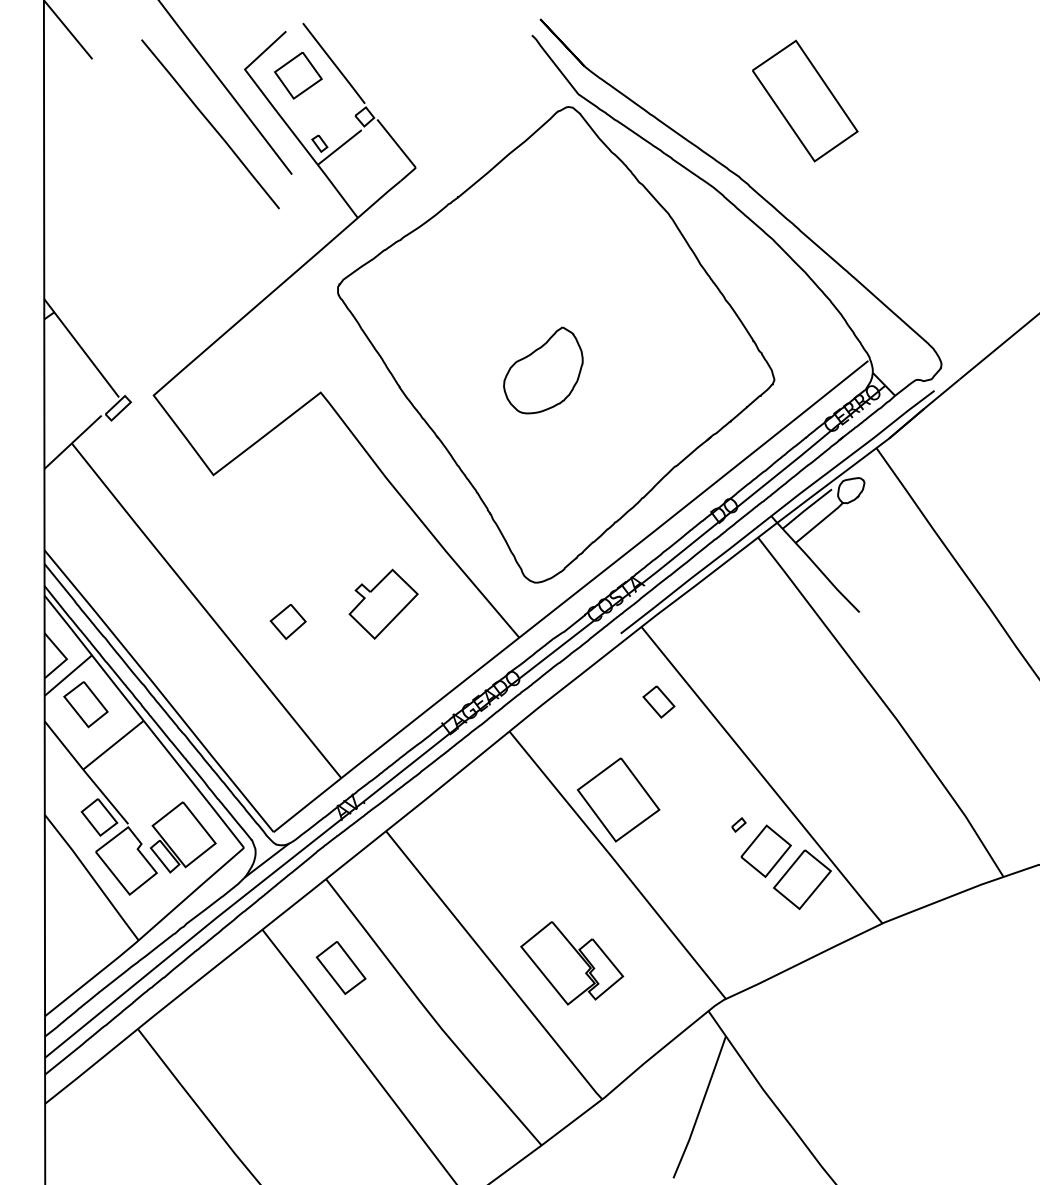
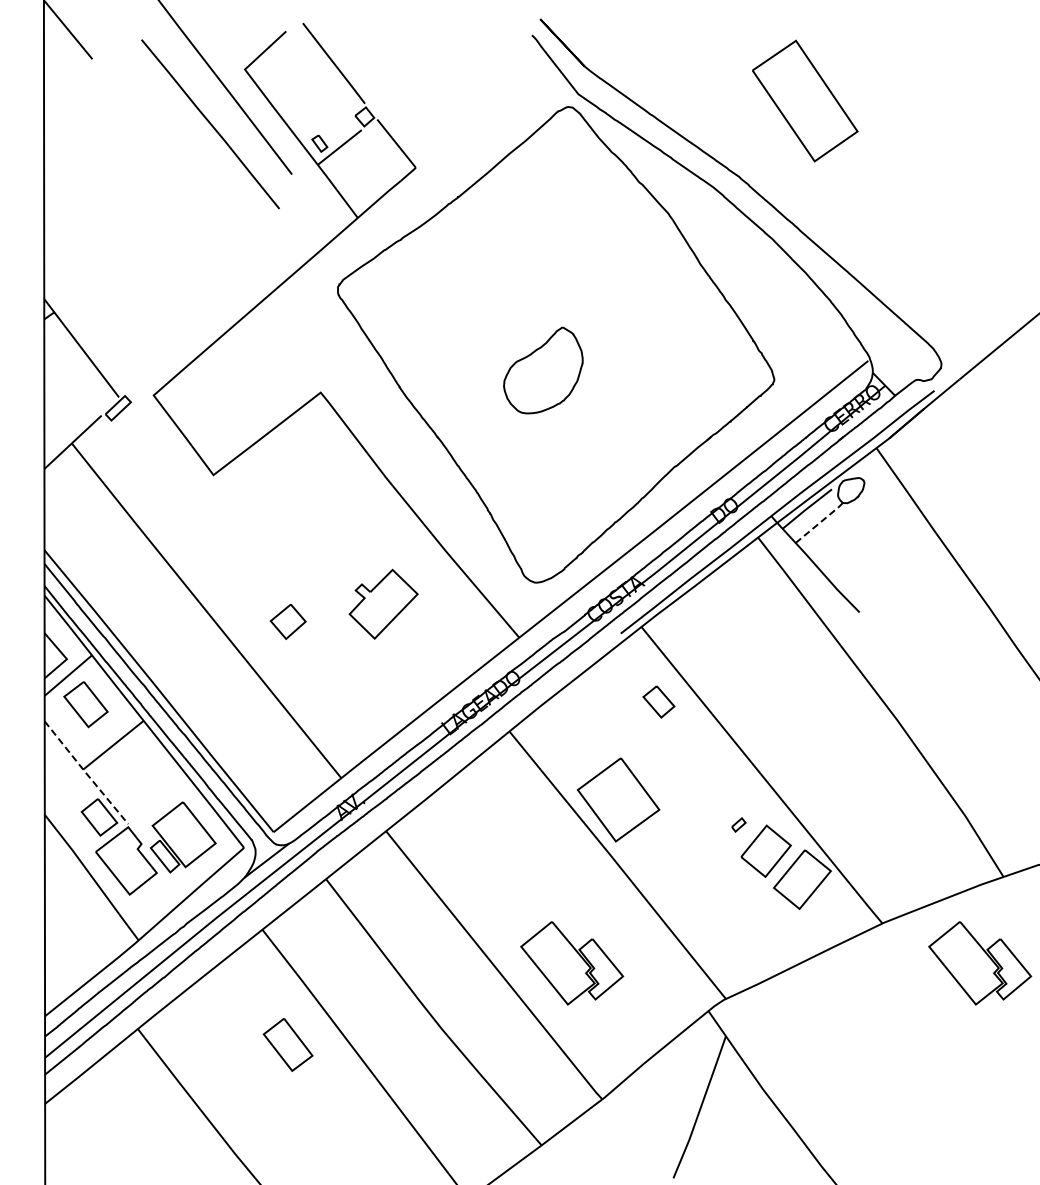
part at (298, 75): present -> none
line at (819, 522): solid -> dashed
line at (86, 773): solid -> dashed
part at (980, 963): none -> present
part at (340, 967) position: (340, 967) -> (287, 1044)
